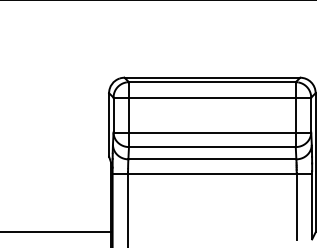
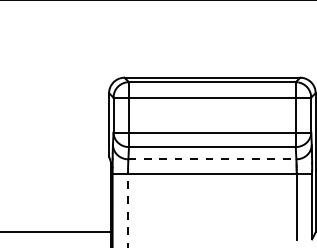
line at (212, 159): solid -> dashed
line at (128, 210): solid -> dashed
